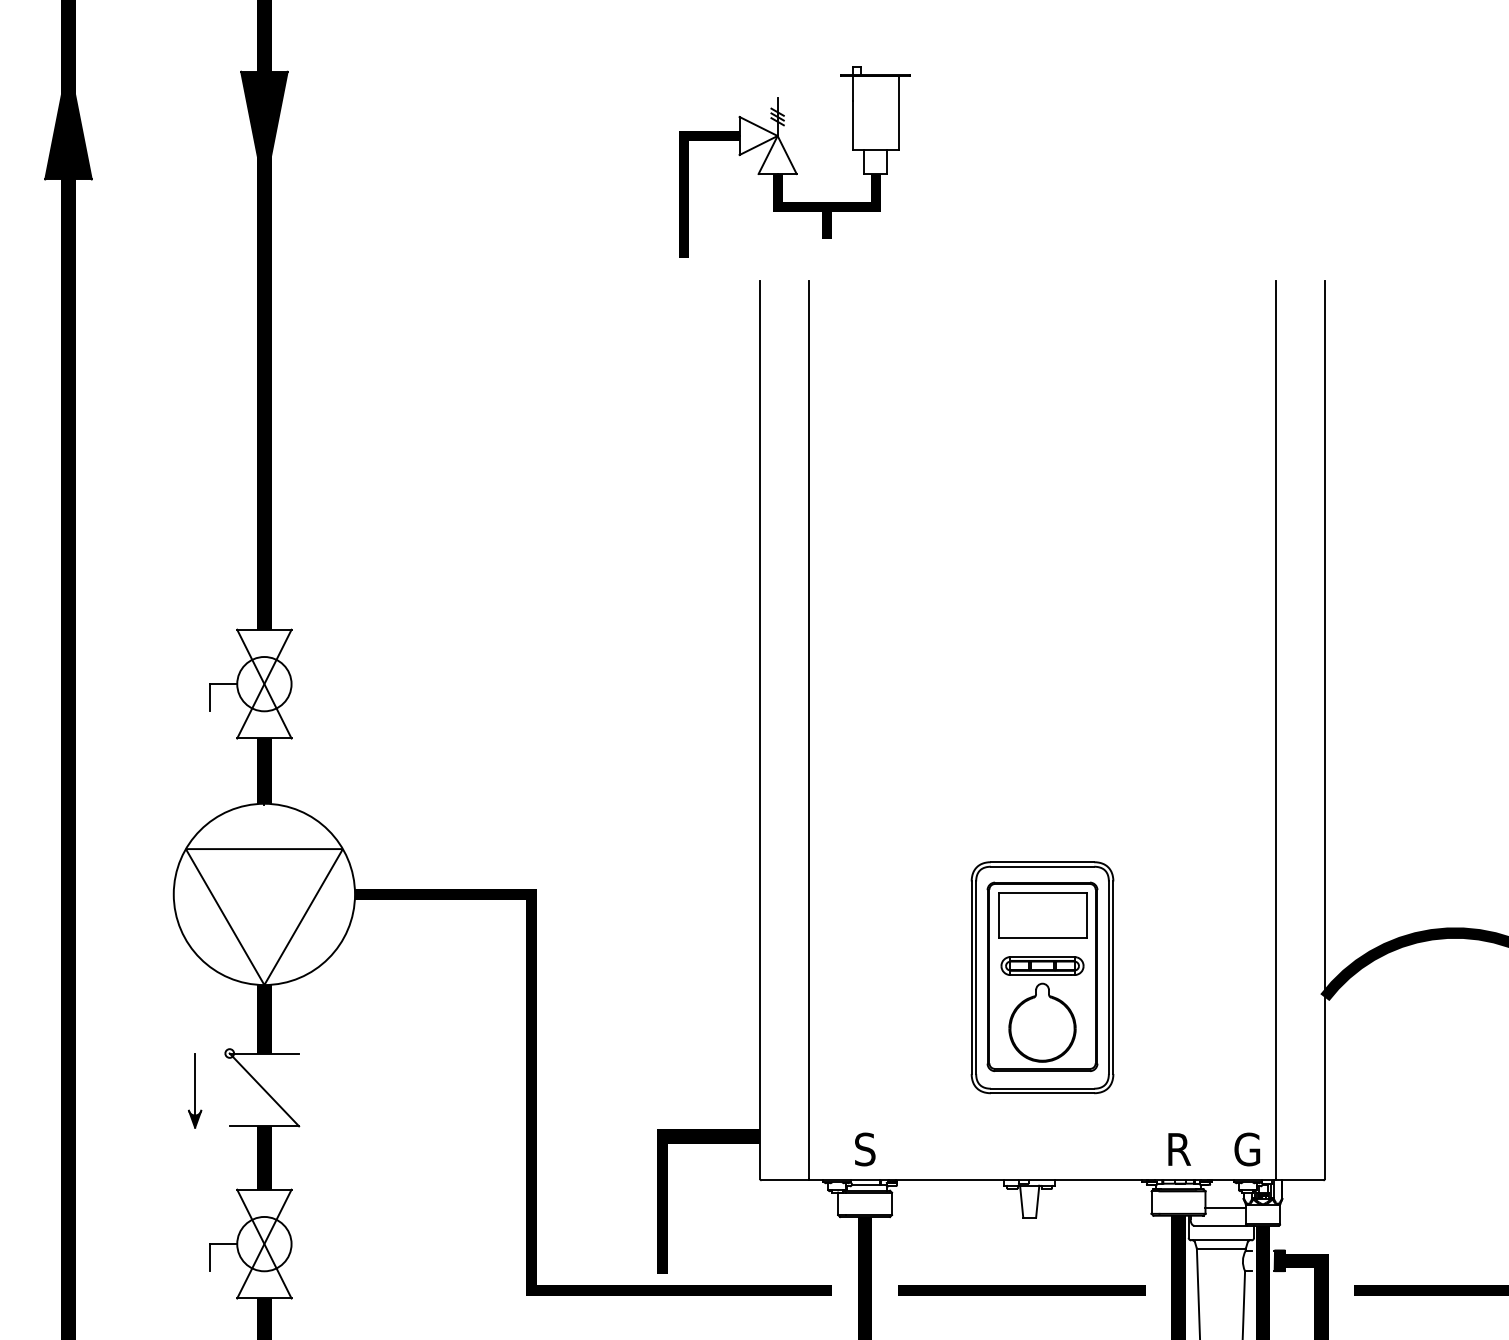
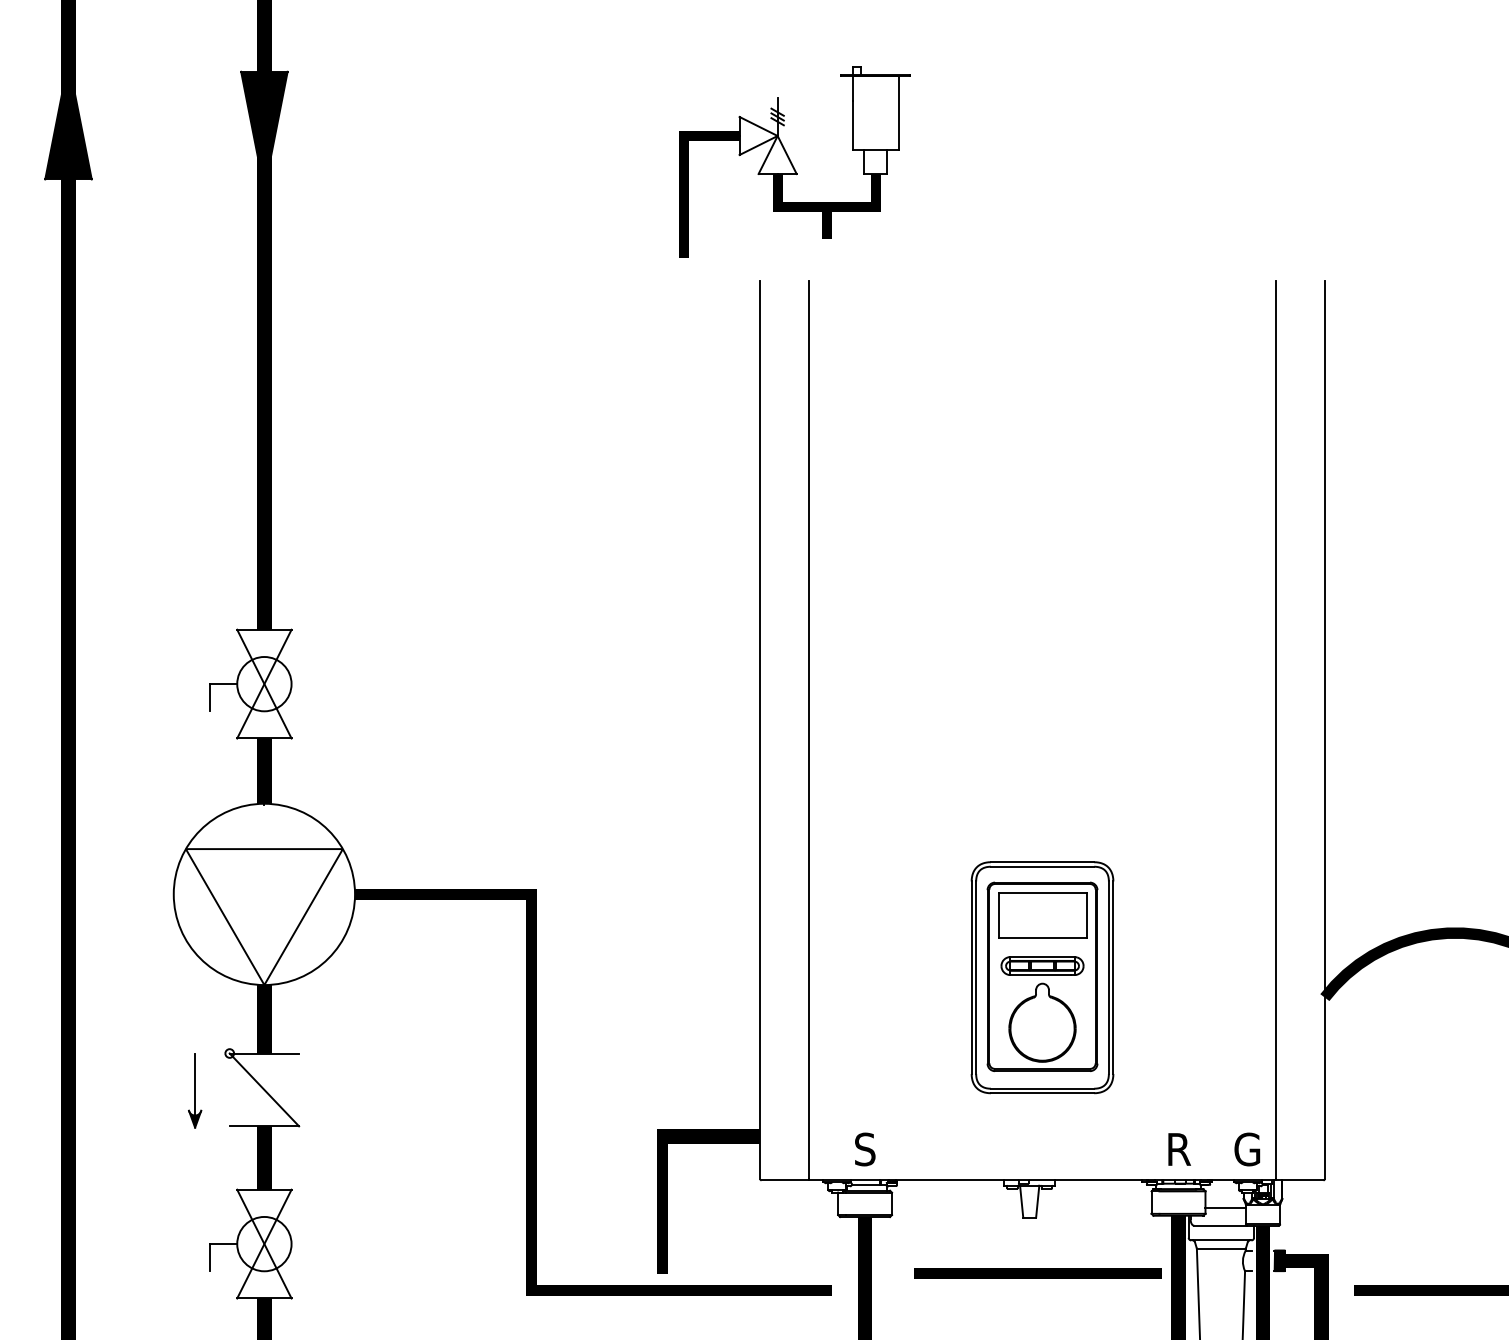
line at (1021, 1290) position: (1021, 1290) -> (1037, 1273)
